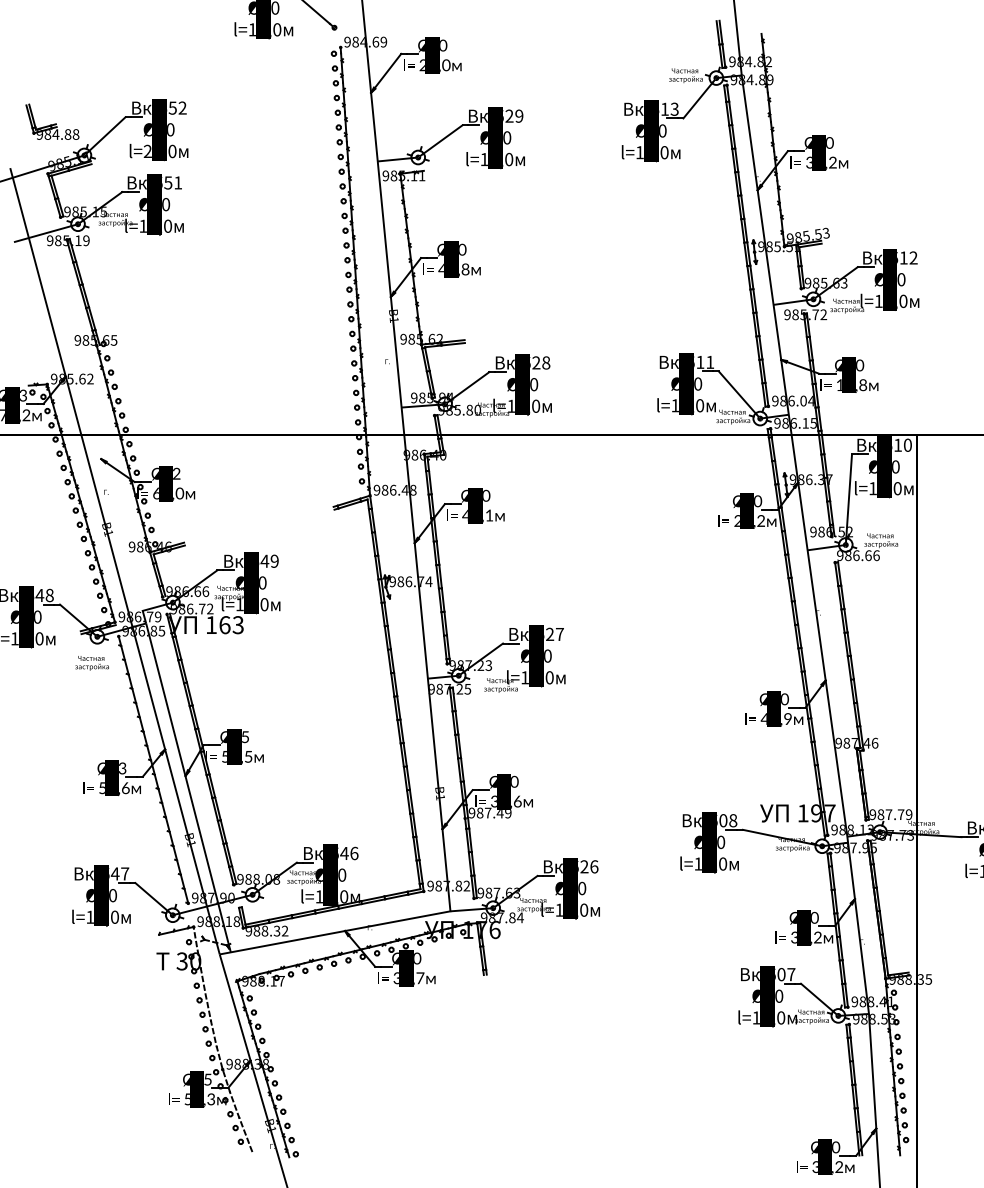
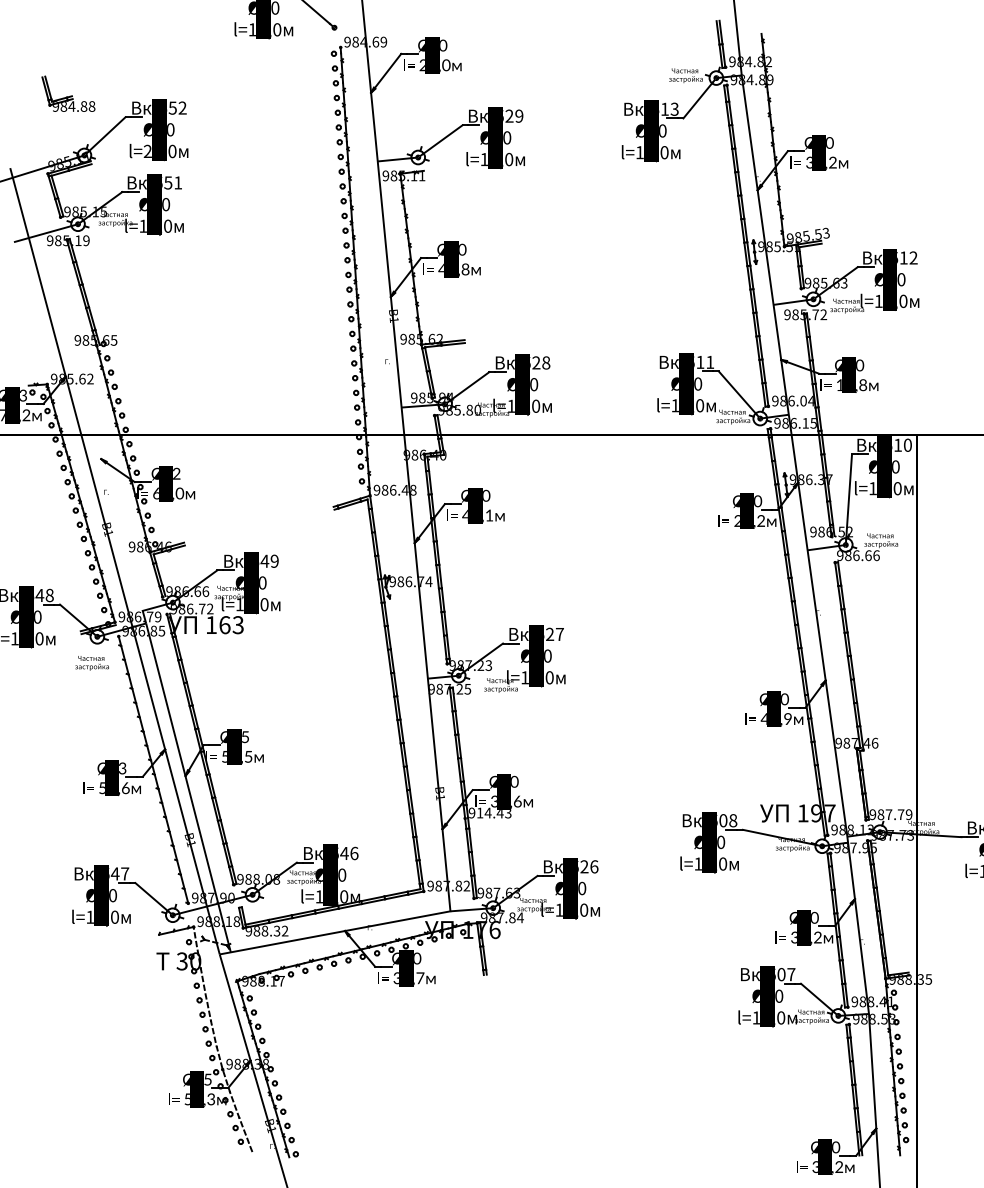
part at (52, 121) position: (52, 121) -> (68, 93)
text at (493, 812): 987.49 -> 914.43
